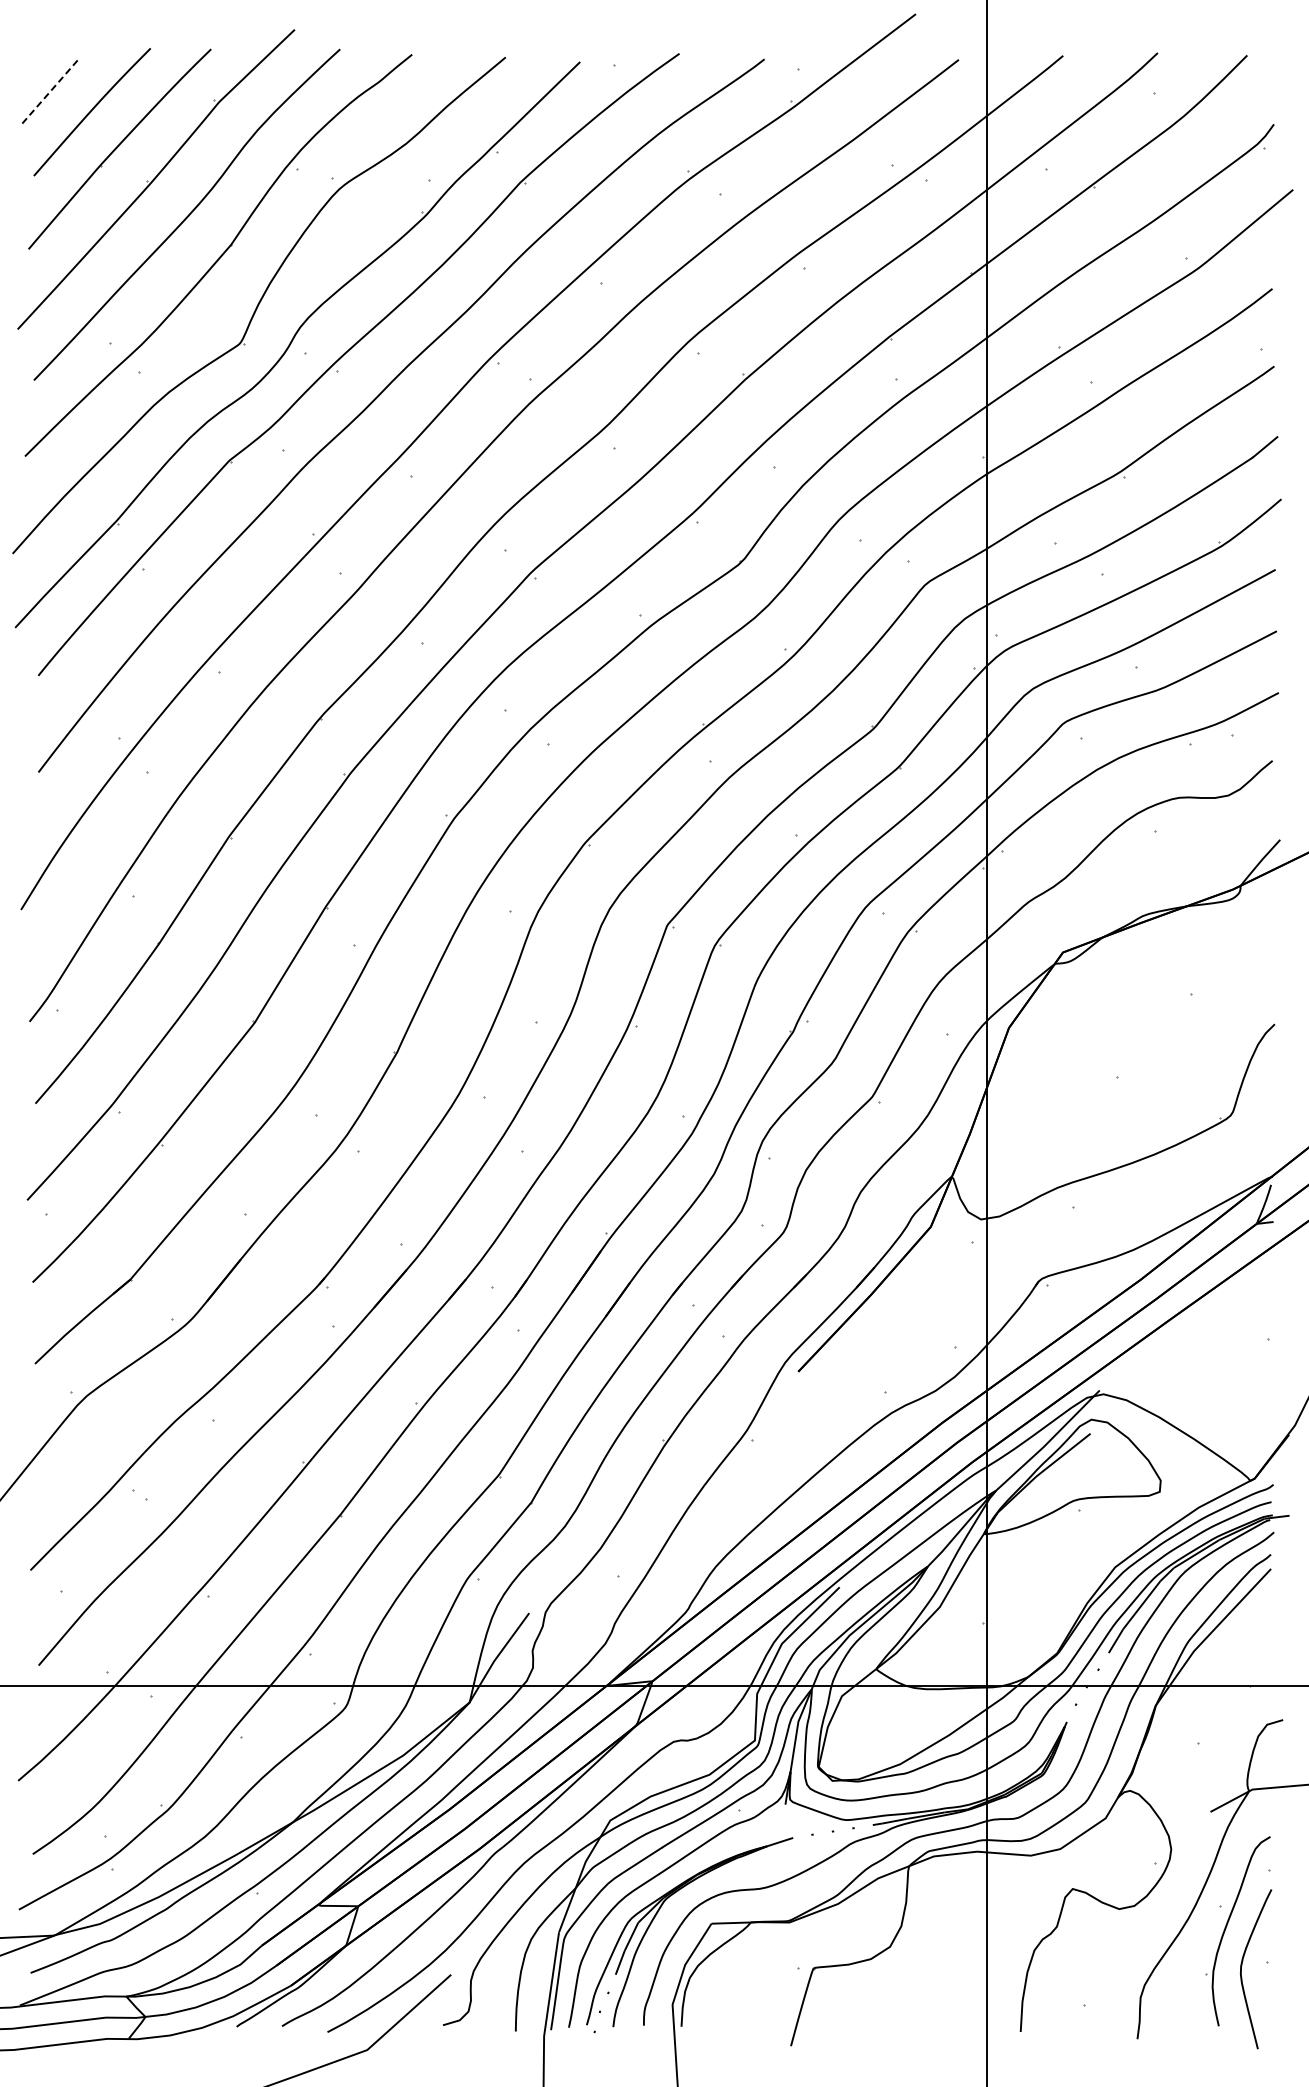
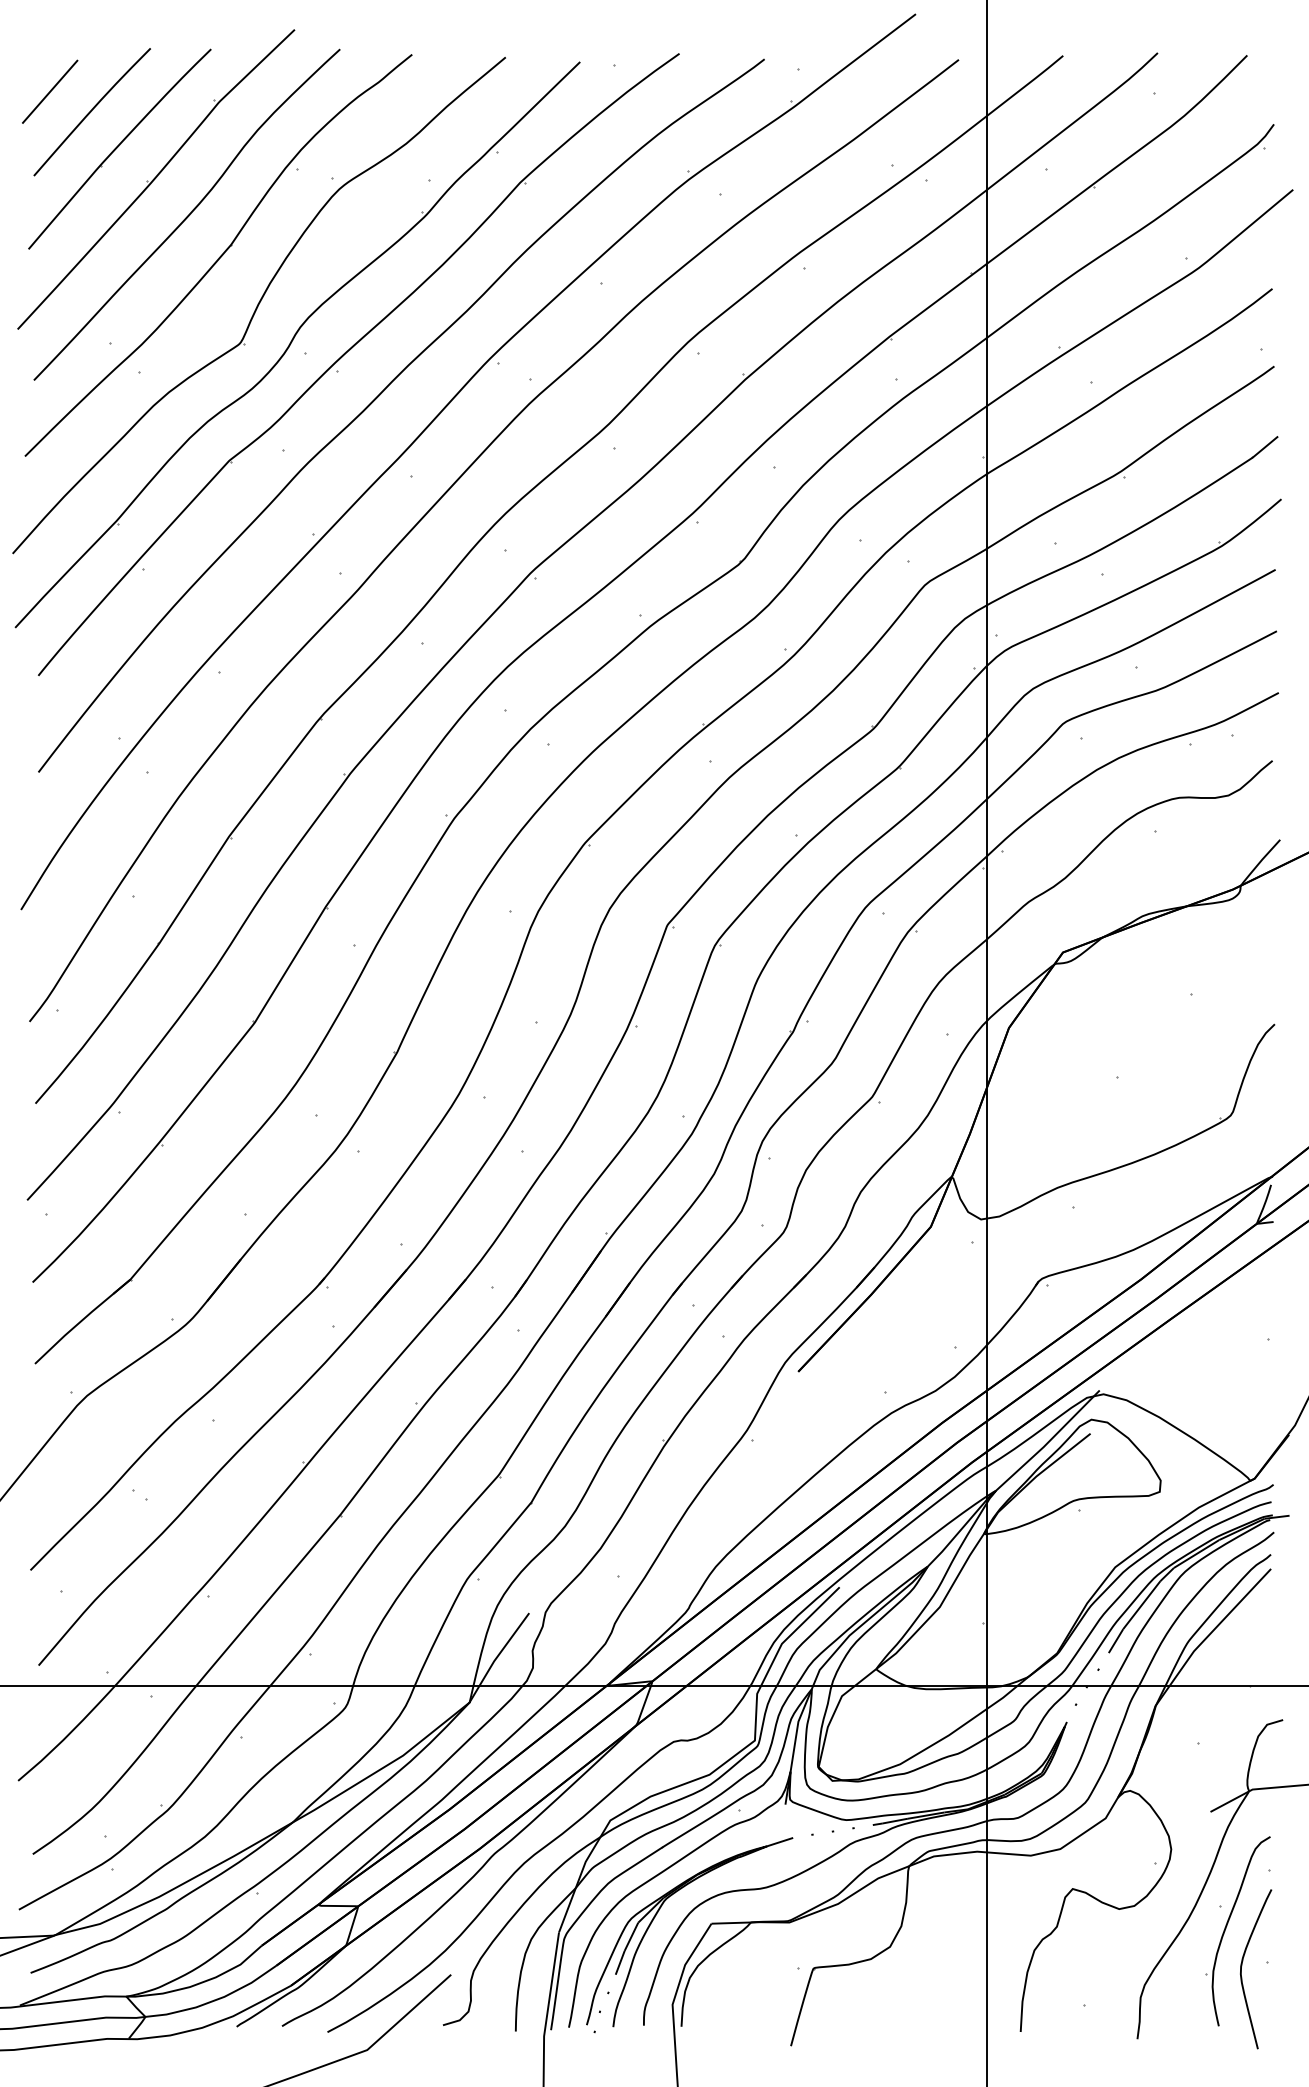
line at (50, 91): dashed -> solid
